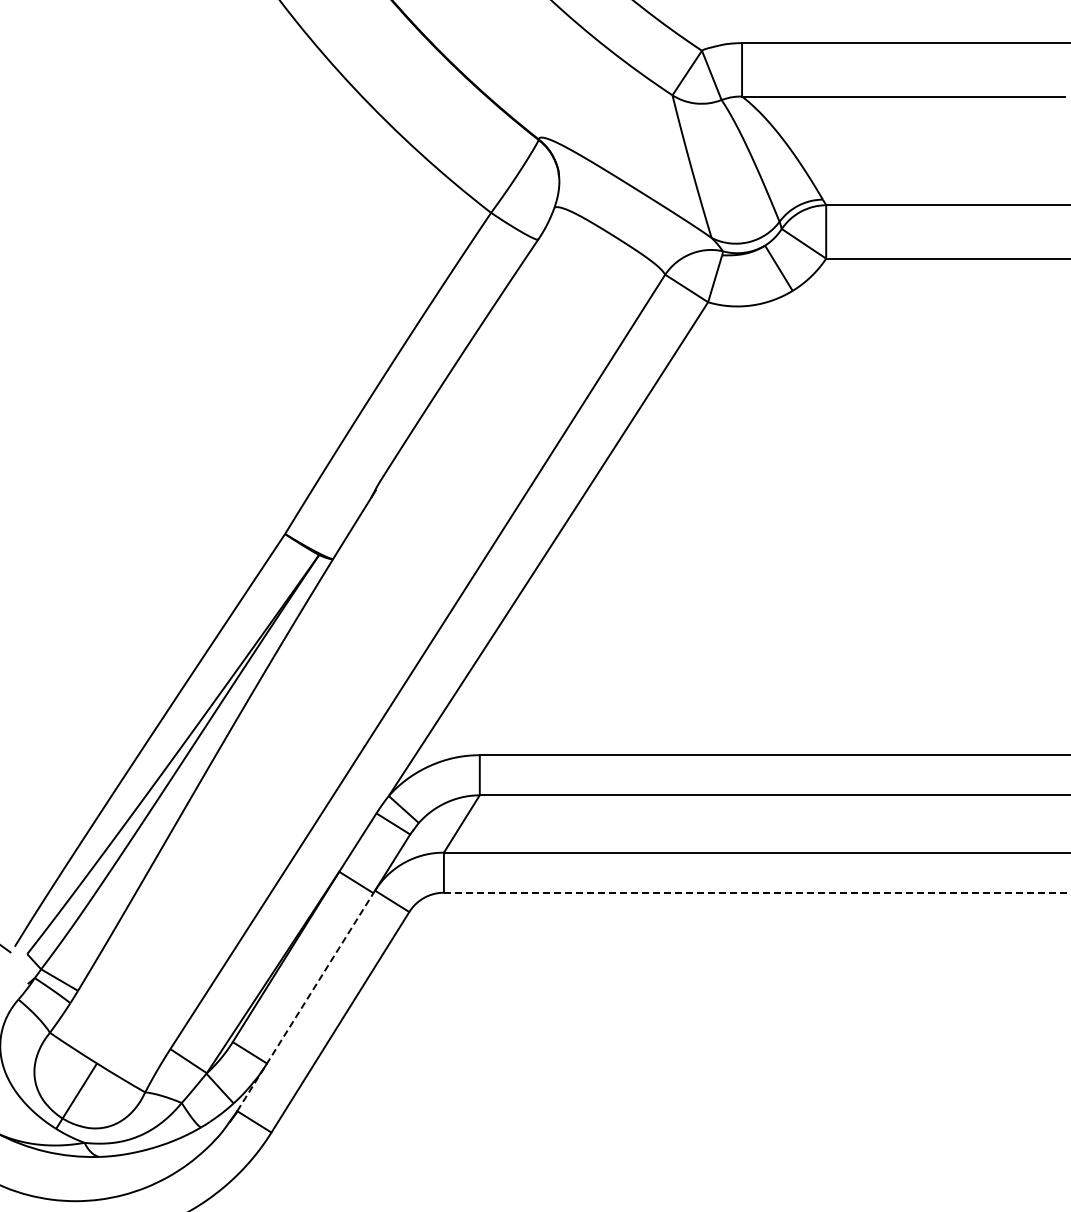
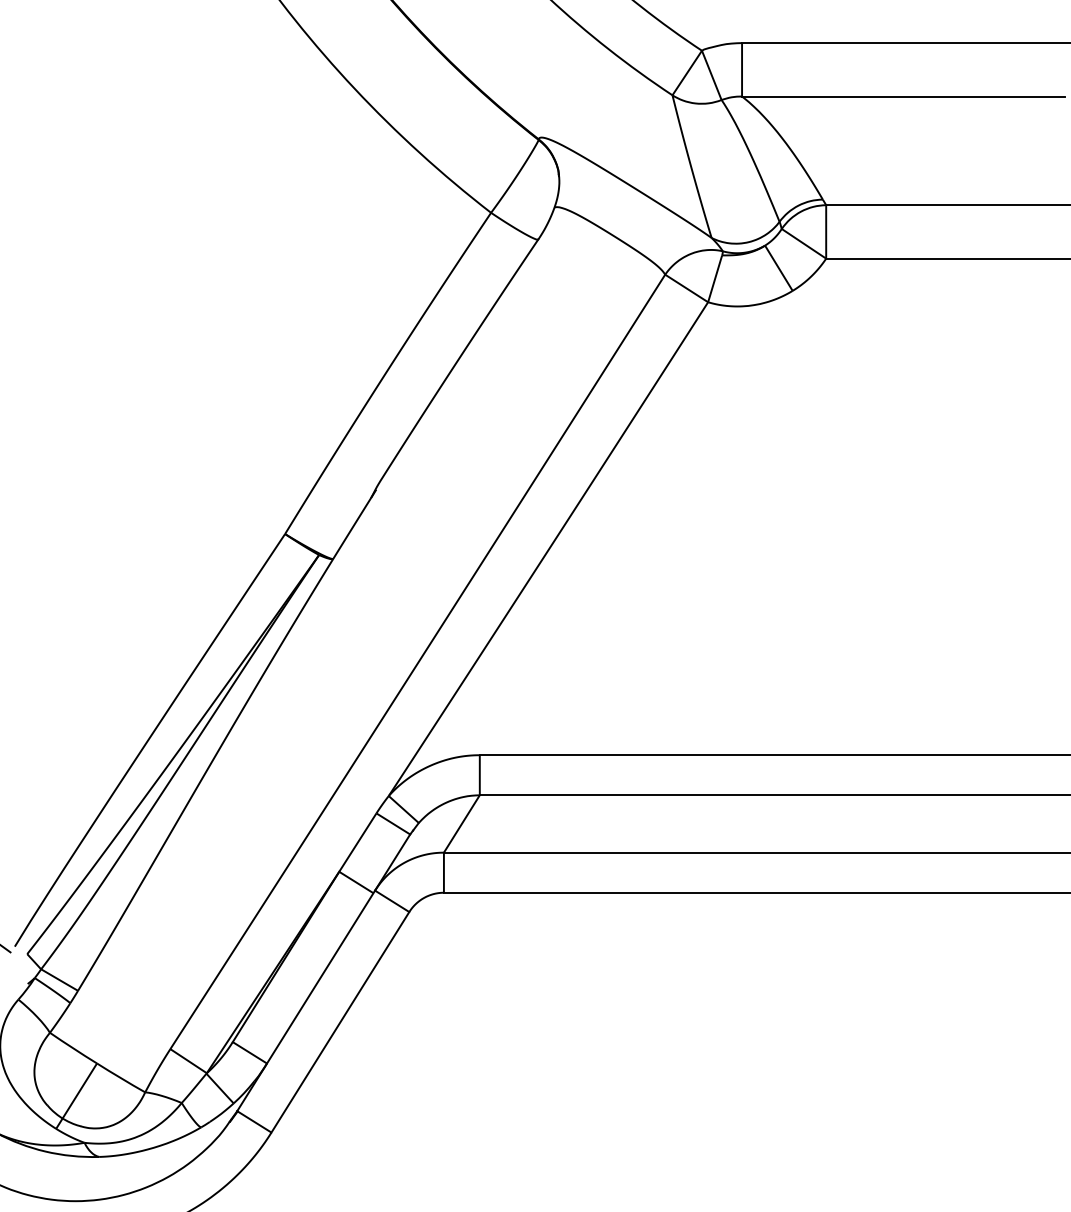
line at (757, 892): dashed -> solid
line at (306, 1000): dashed -> solid
